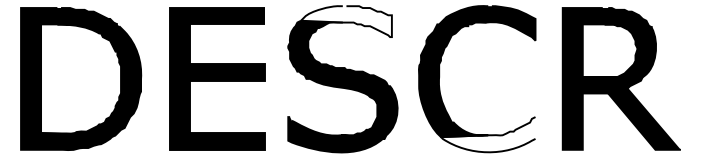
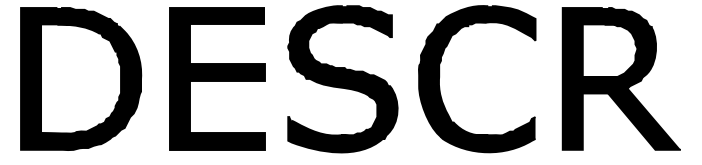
fill at (346, 21): none -> present
fill at (487, 134): none -> present
